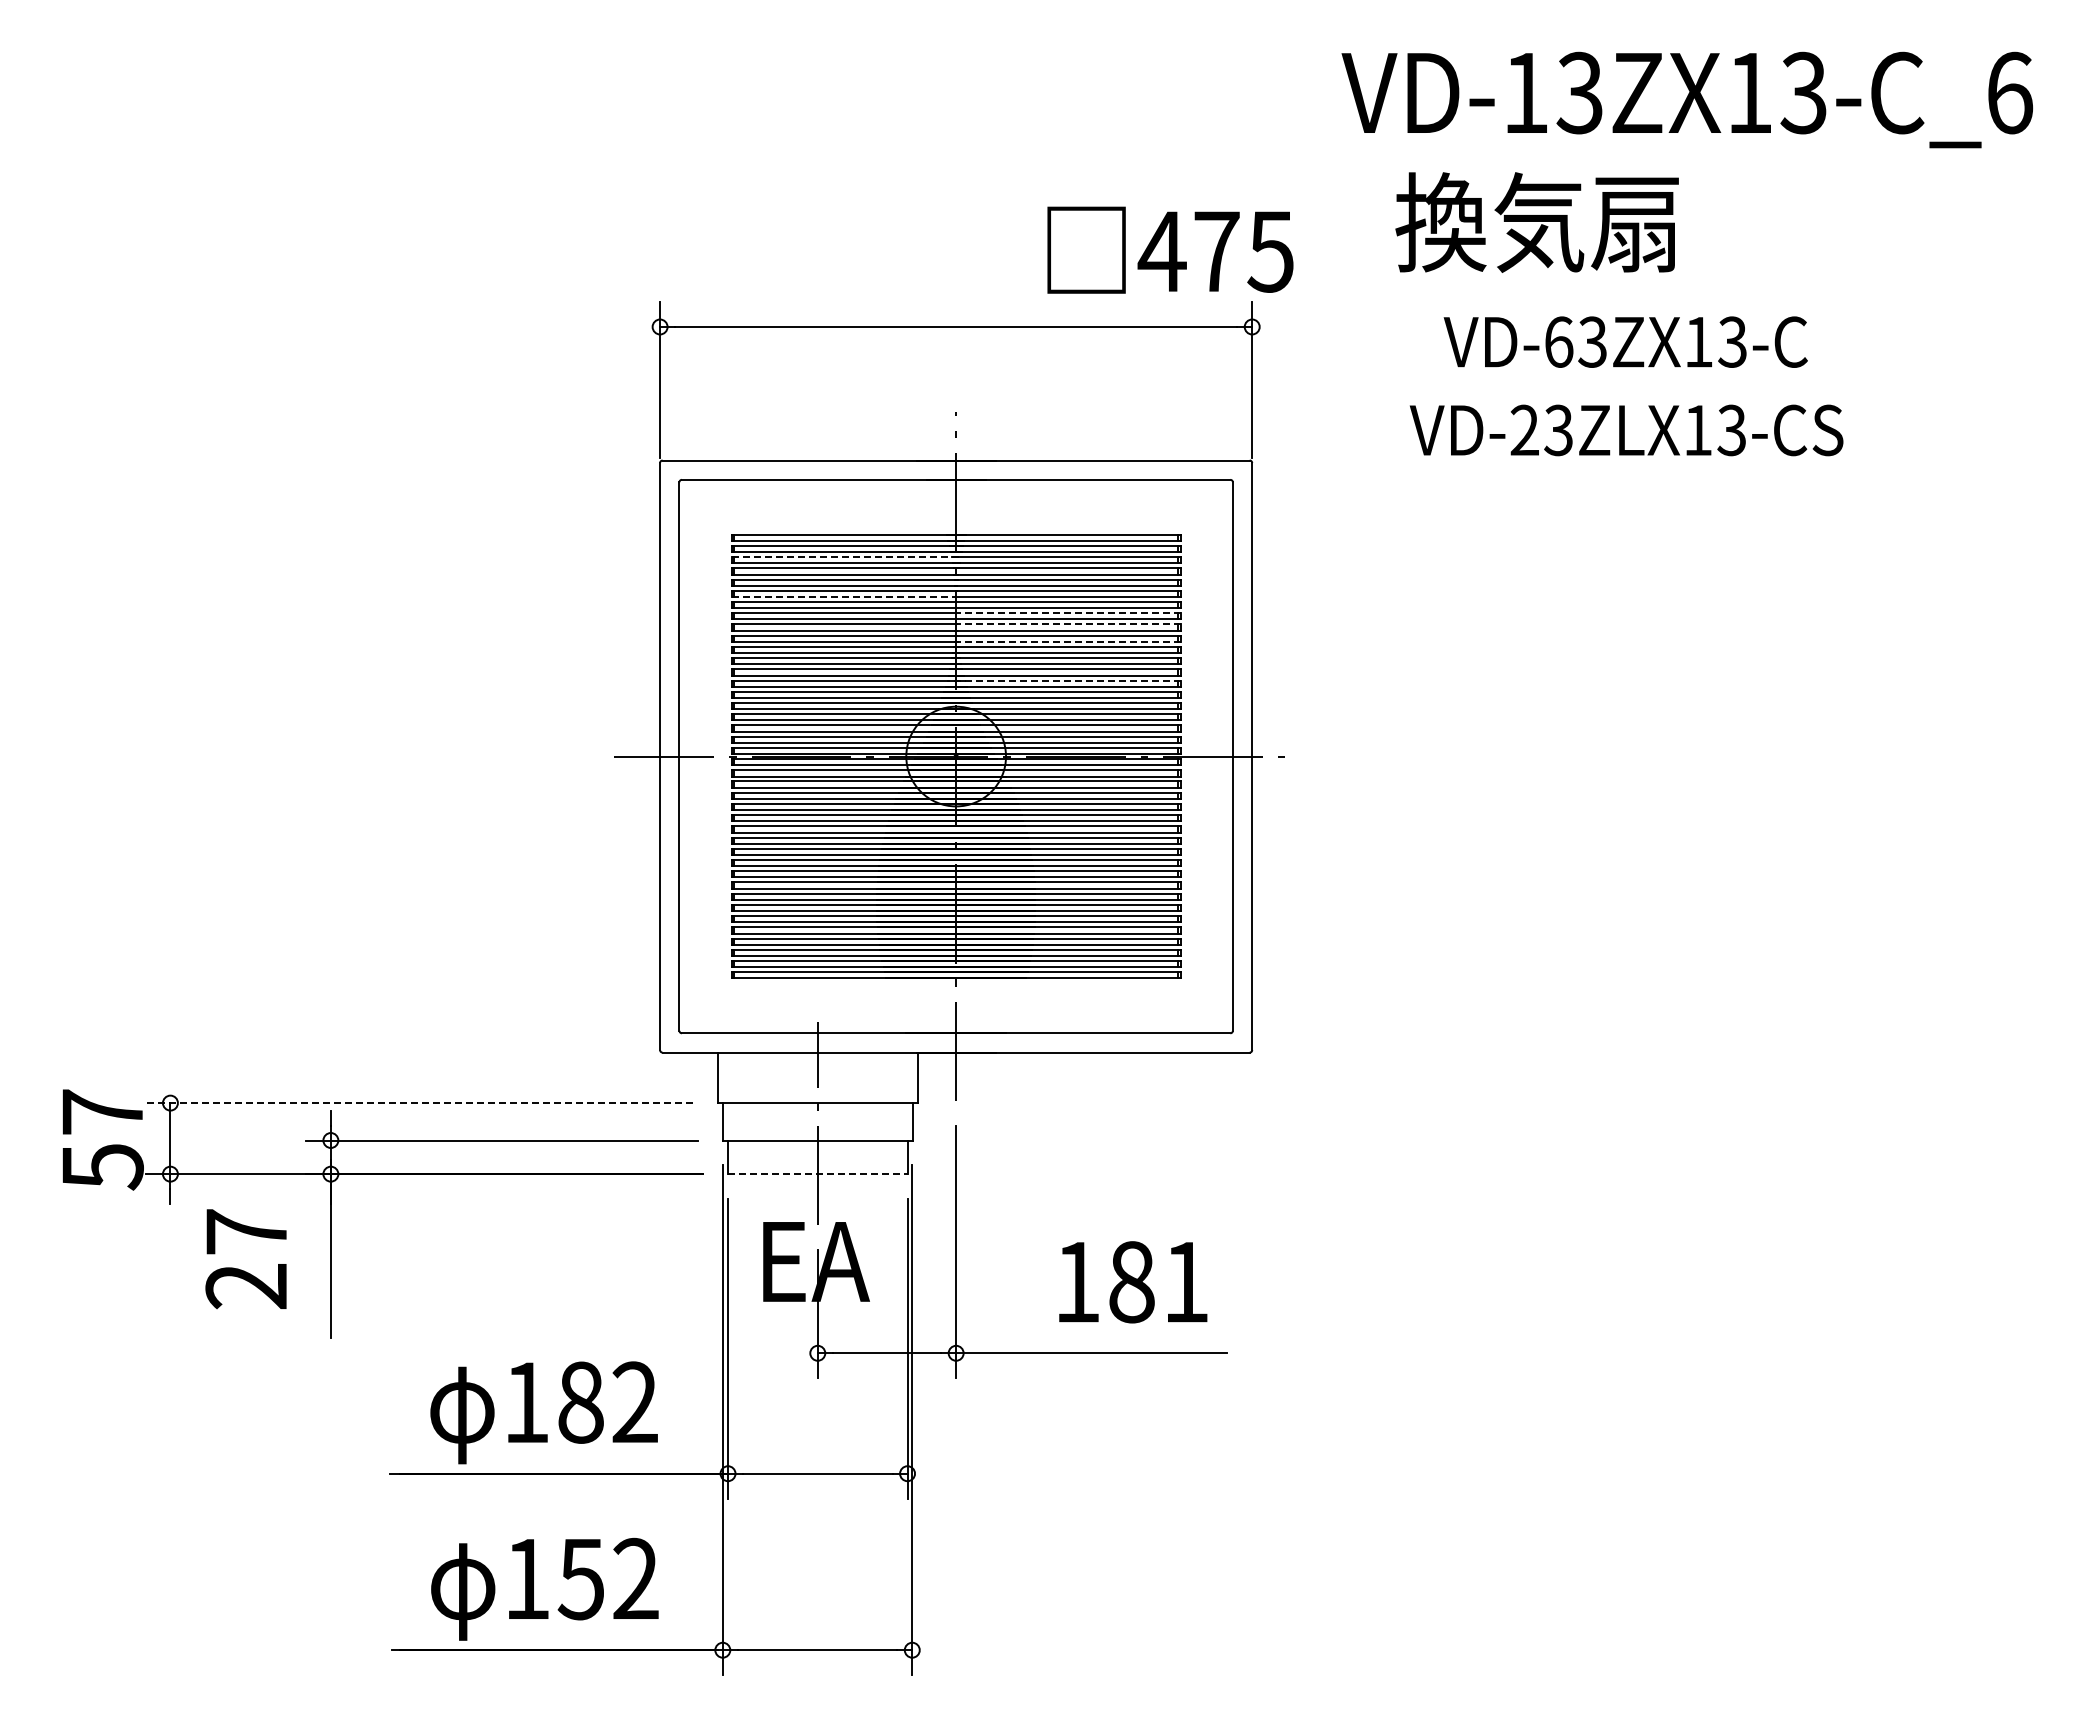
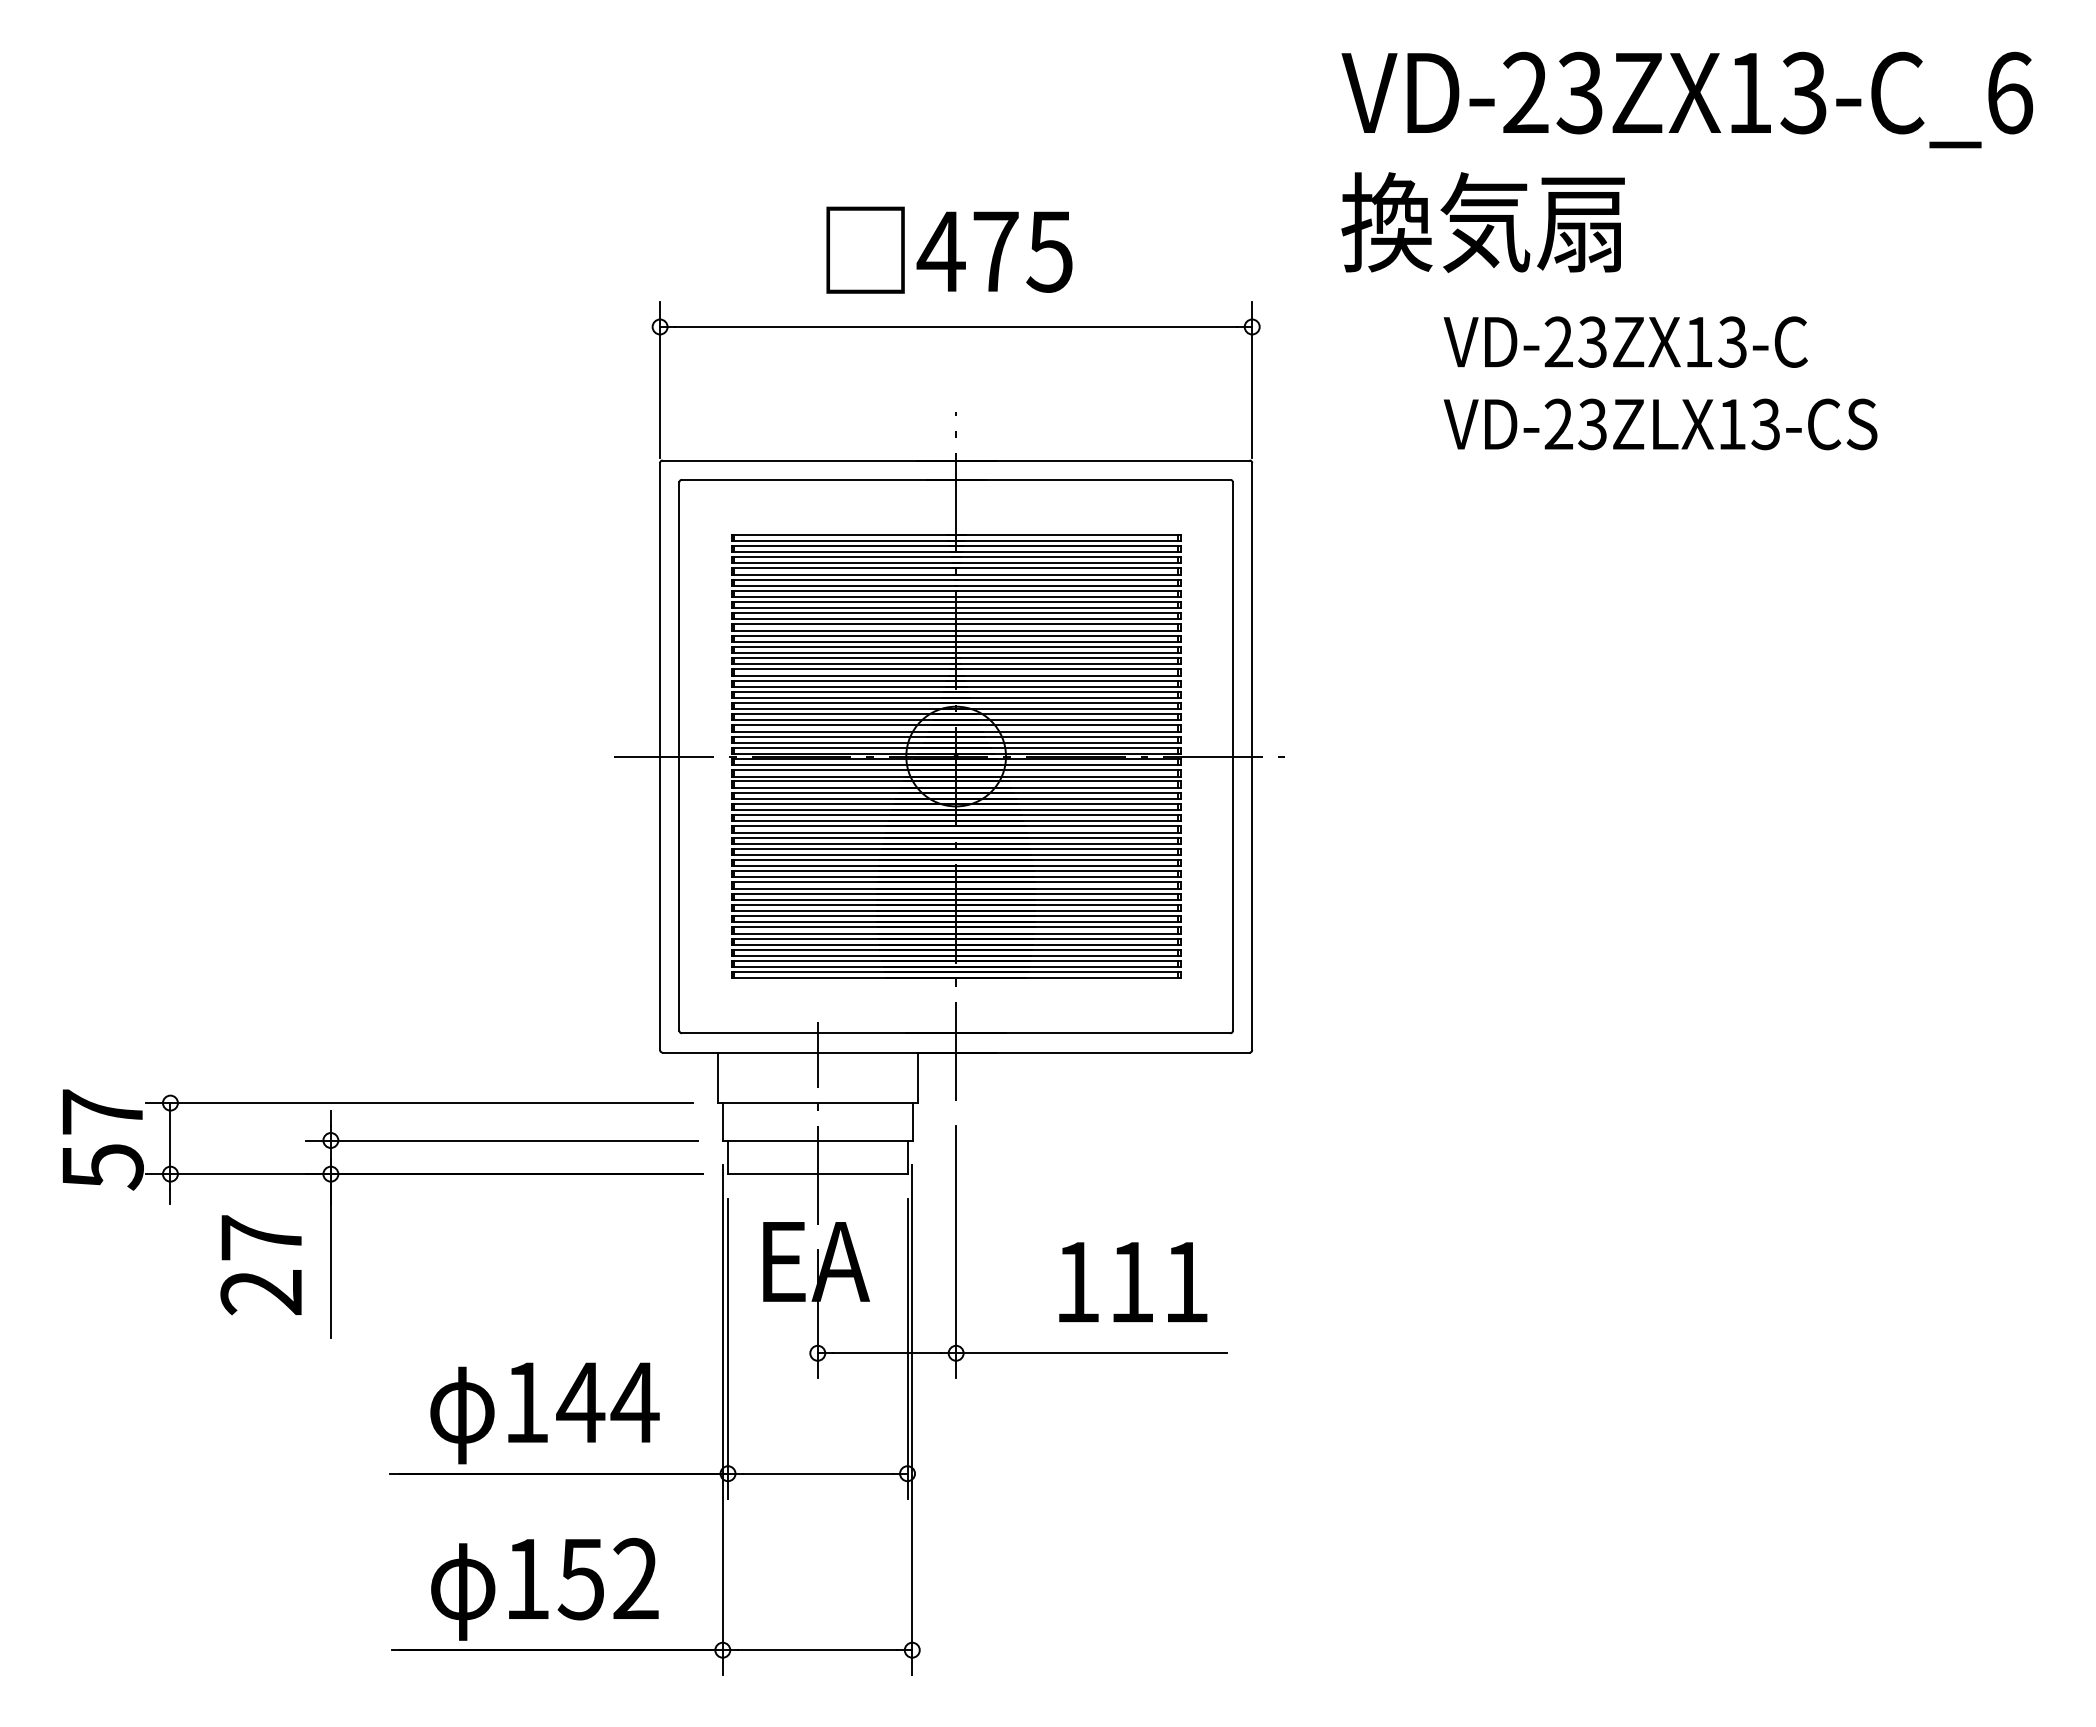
text at (1525, 91): VD-13ZX13-C_6 -> VD-23ZX13-C_6
text at (1536, 222) position: (1536, 222) -> (1482, 222)
text at (1170, 249) position: (1170, 249) -> (949, 249)
text at (1558, 341): VD-63ZX13-C -> VD-23ZX13-C
text at (1626, 430) position: (1626, 430) -> (1660, 424)
line at (846, 557): dashed -> solid
line at (844, 597): dashed -> solid
line at (1067, 613): dashed -> solid
line at (1067, 624): dashed -> solid
line at (1066, 641): dashed -> solid
line at (1063, 680): dashed -> solid
line at (419, 1103): dashed -> solid
line at (817, 1174): dashed -> solid
text at (245, 1259) position: (245, 1259) -> (260, 1265)
text at (1131, 1282): 181 -> 111
text at (607, 1402): 182 -> 144
